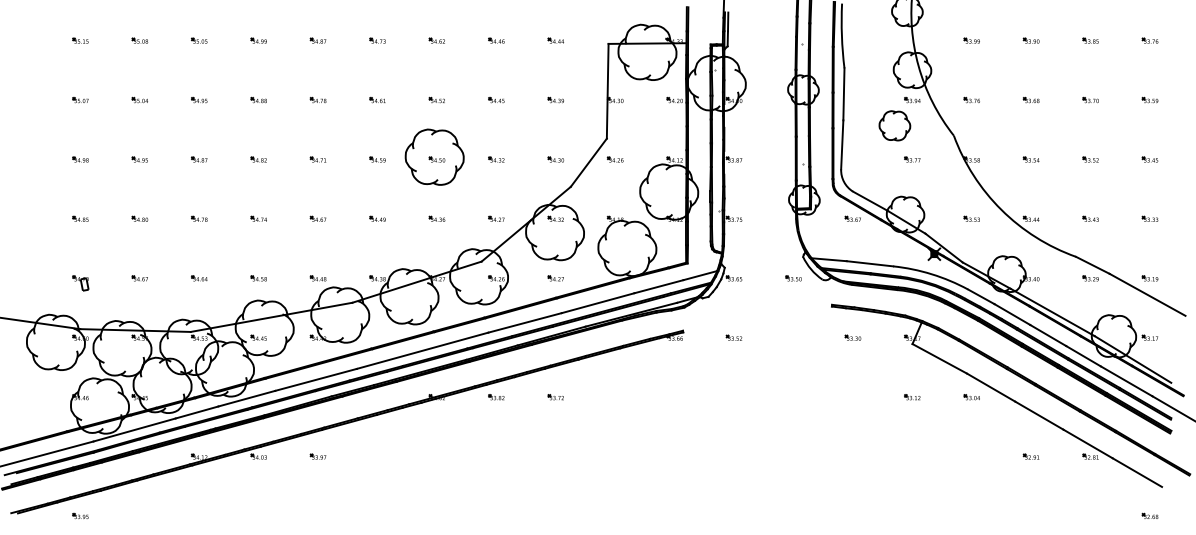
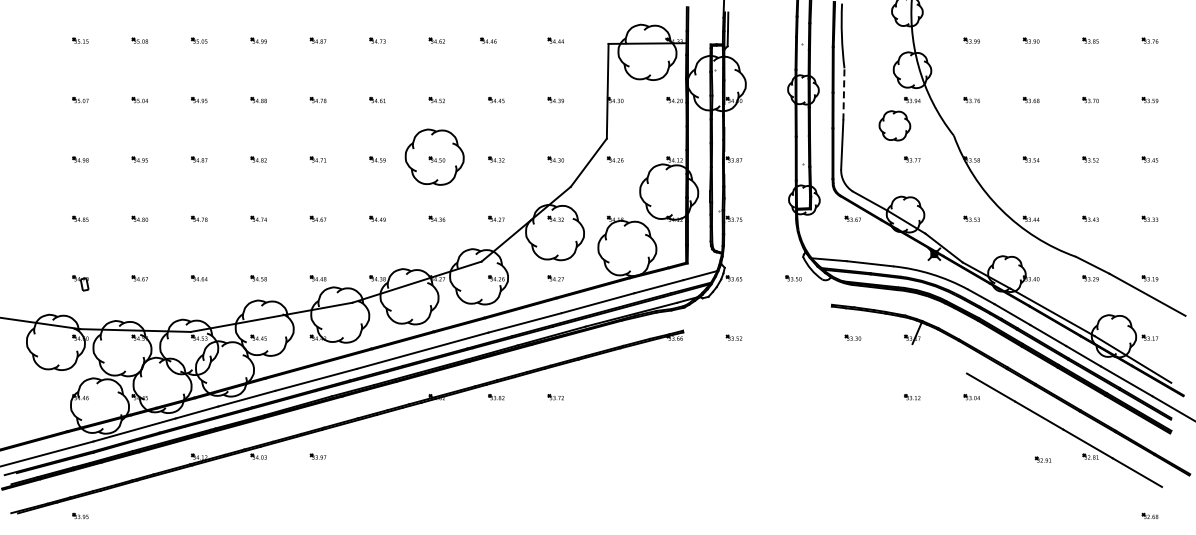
part at (496, 40) position: (496, 40) -> (488, 40)
line at (843, 93): solid -> dashed
line at (939, 358): present -> none
part at (1030, 456) position: (1030, 456) -> (1042, 459)
